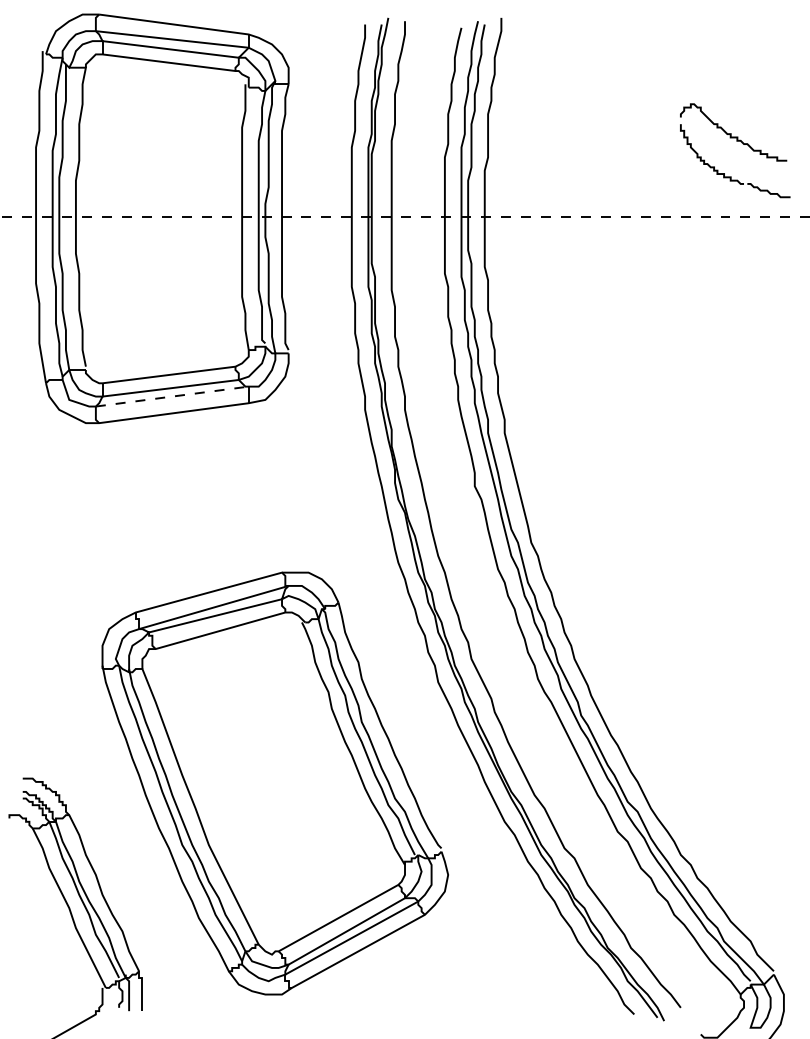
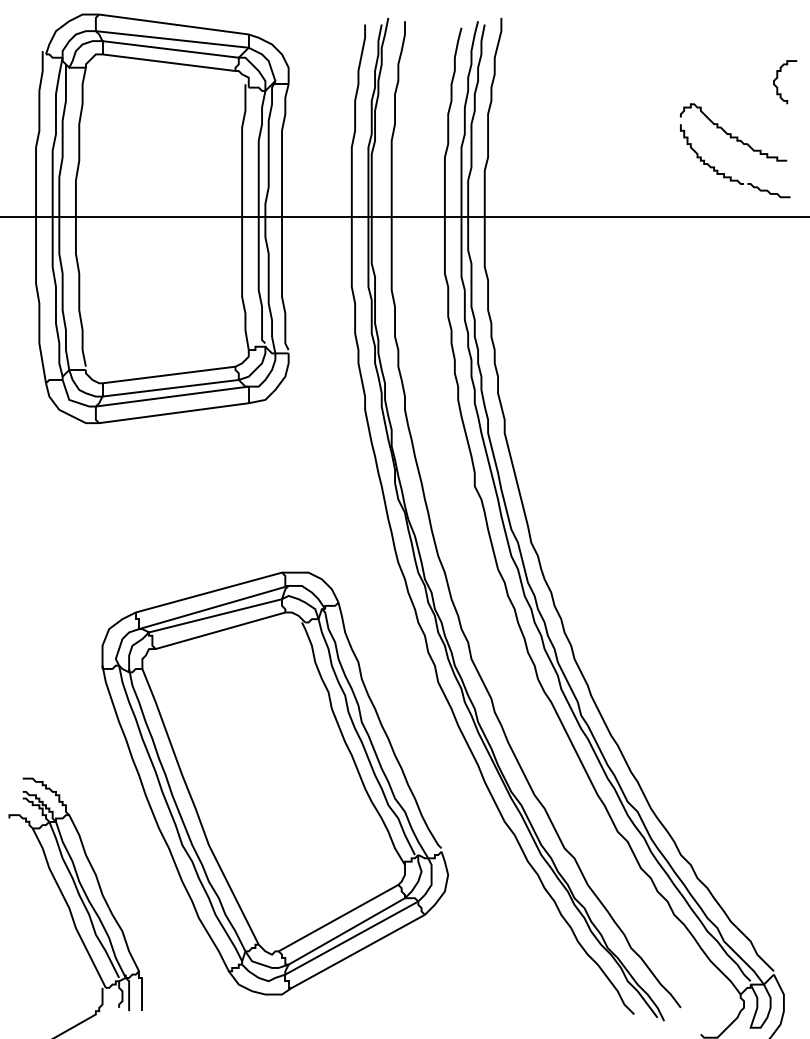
curve at (778, 77): none -> present
line at (405, 217): dashed -> solid
line at (172, 396): dashed -> solid
